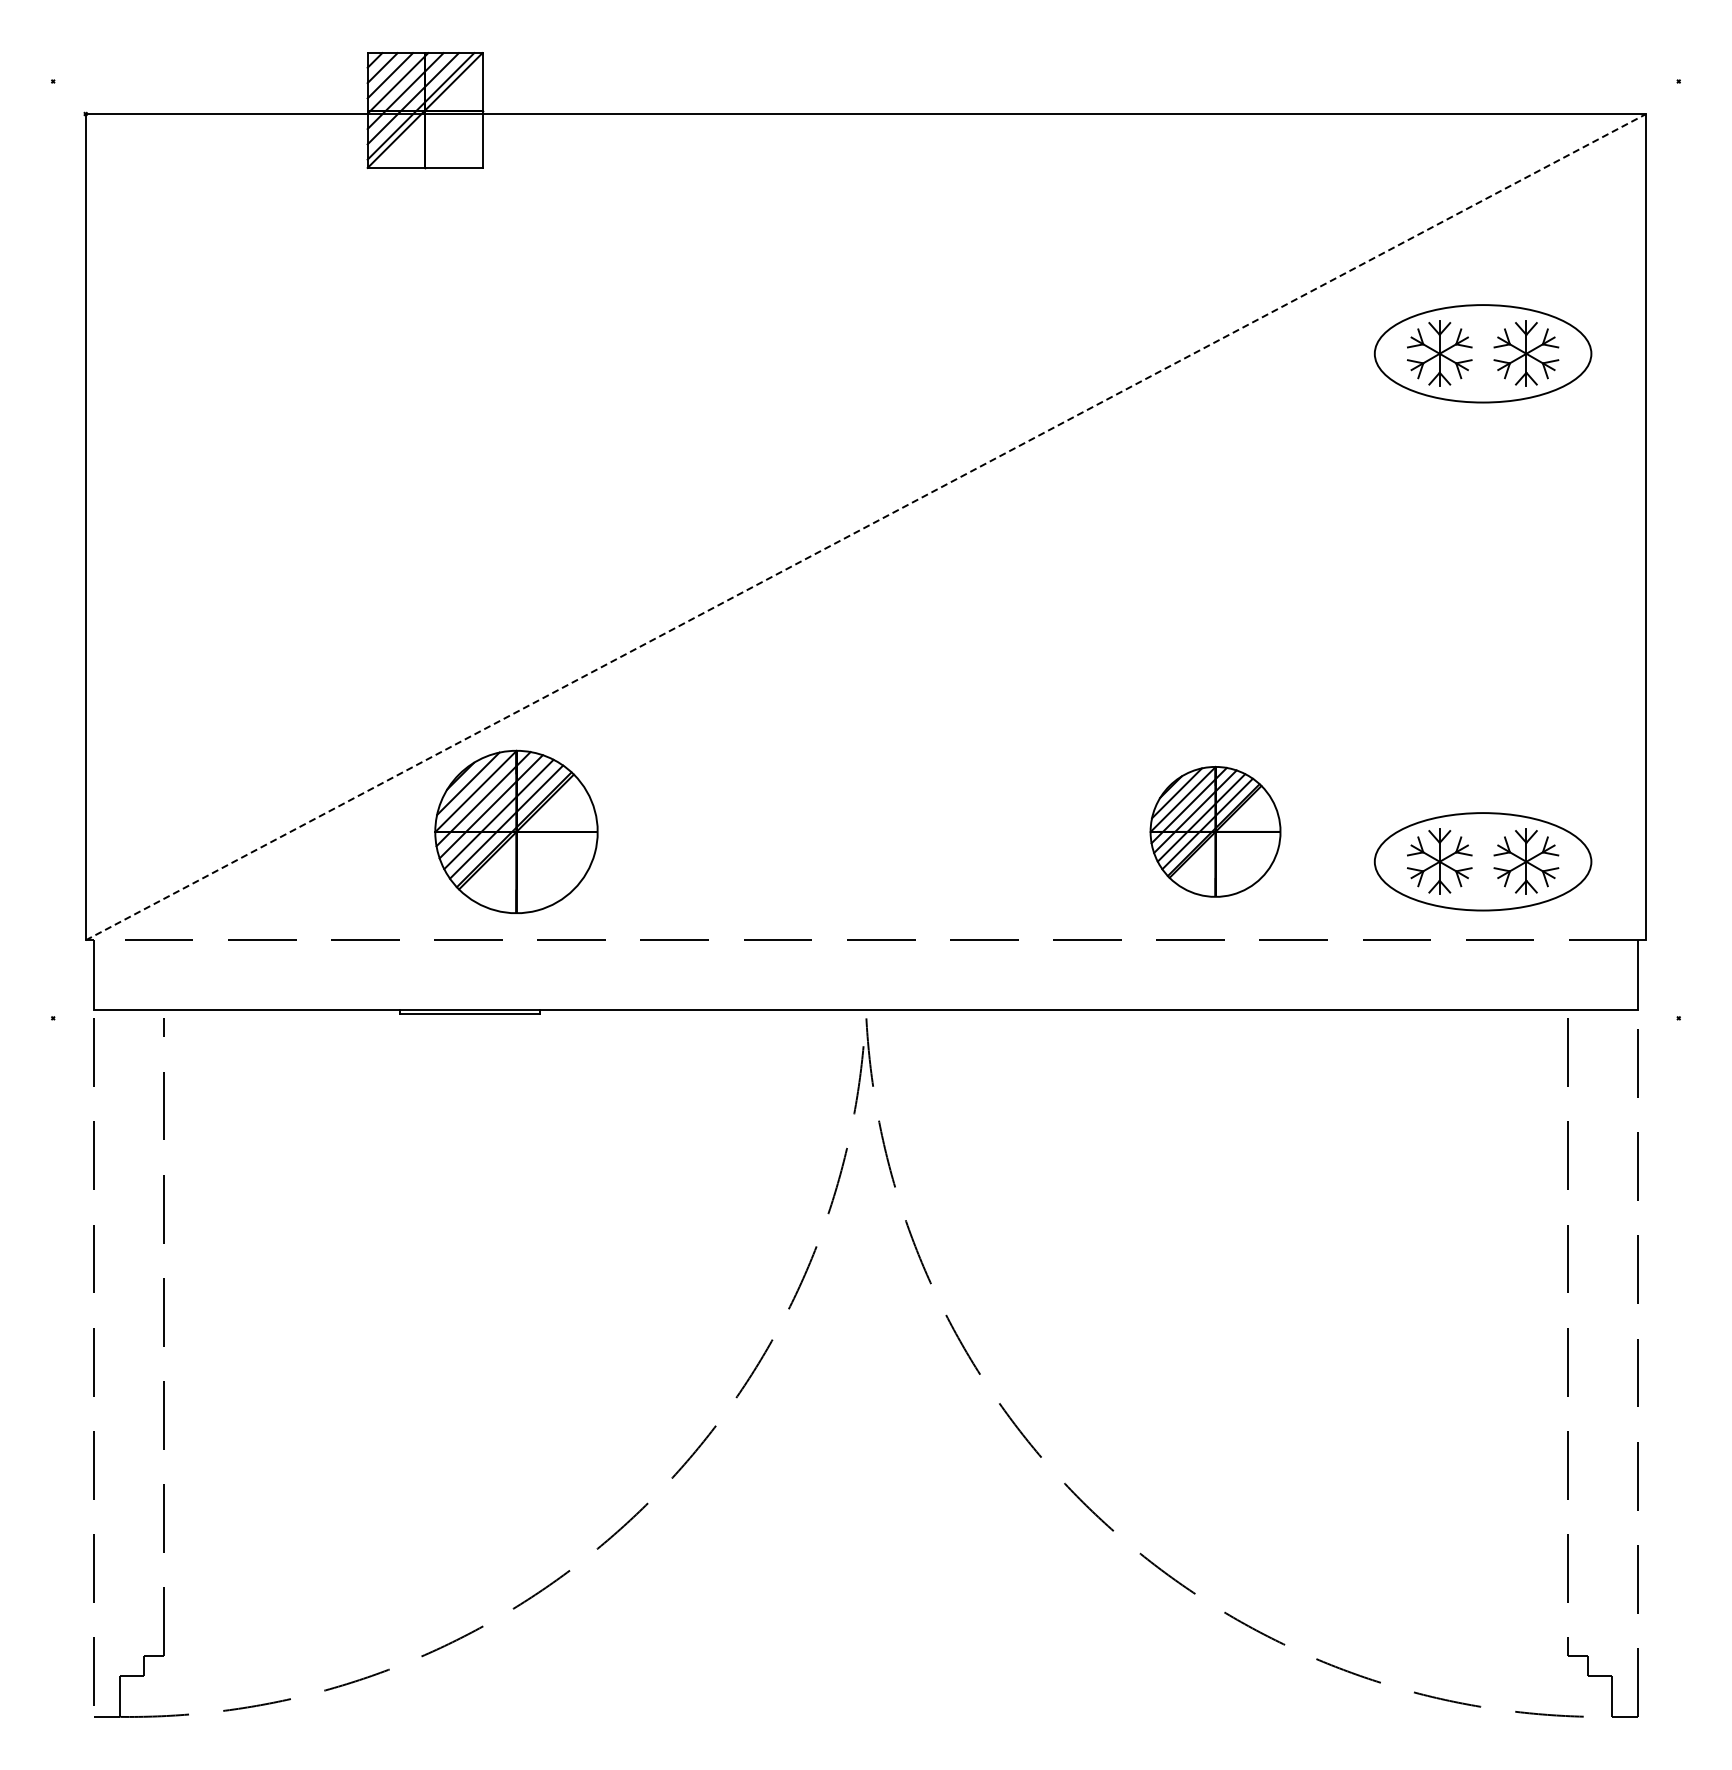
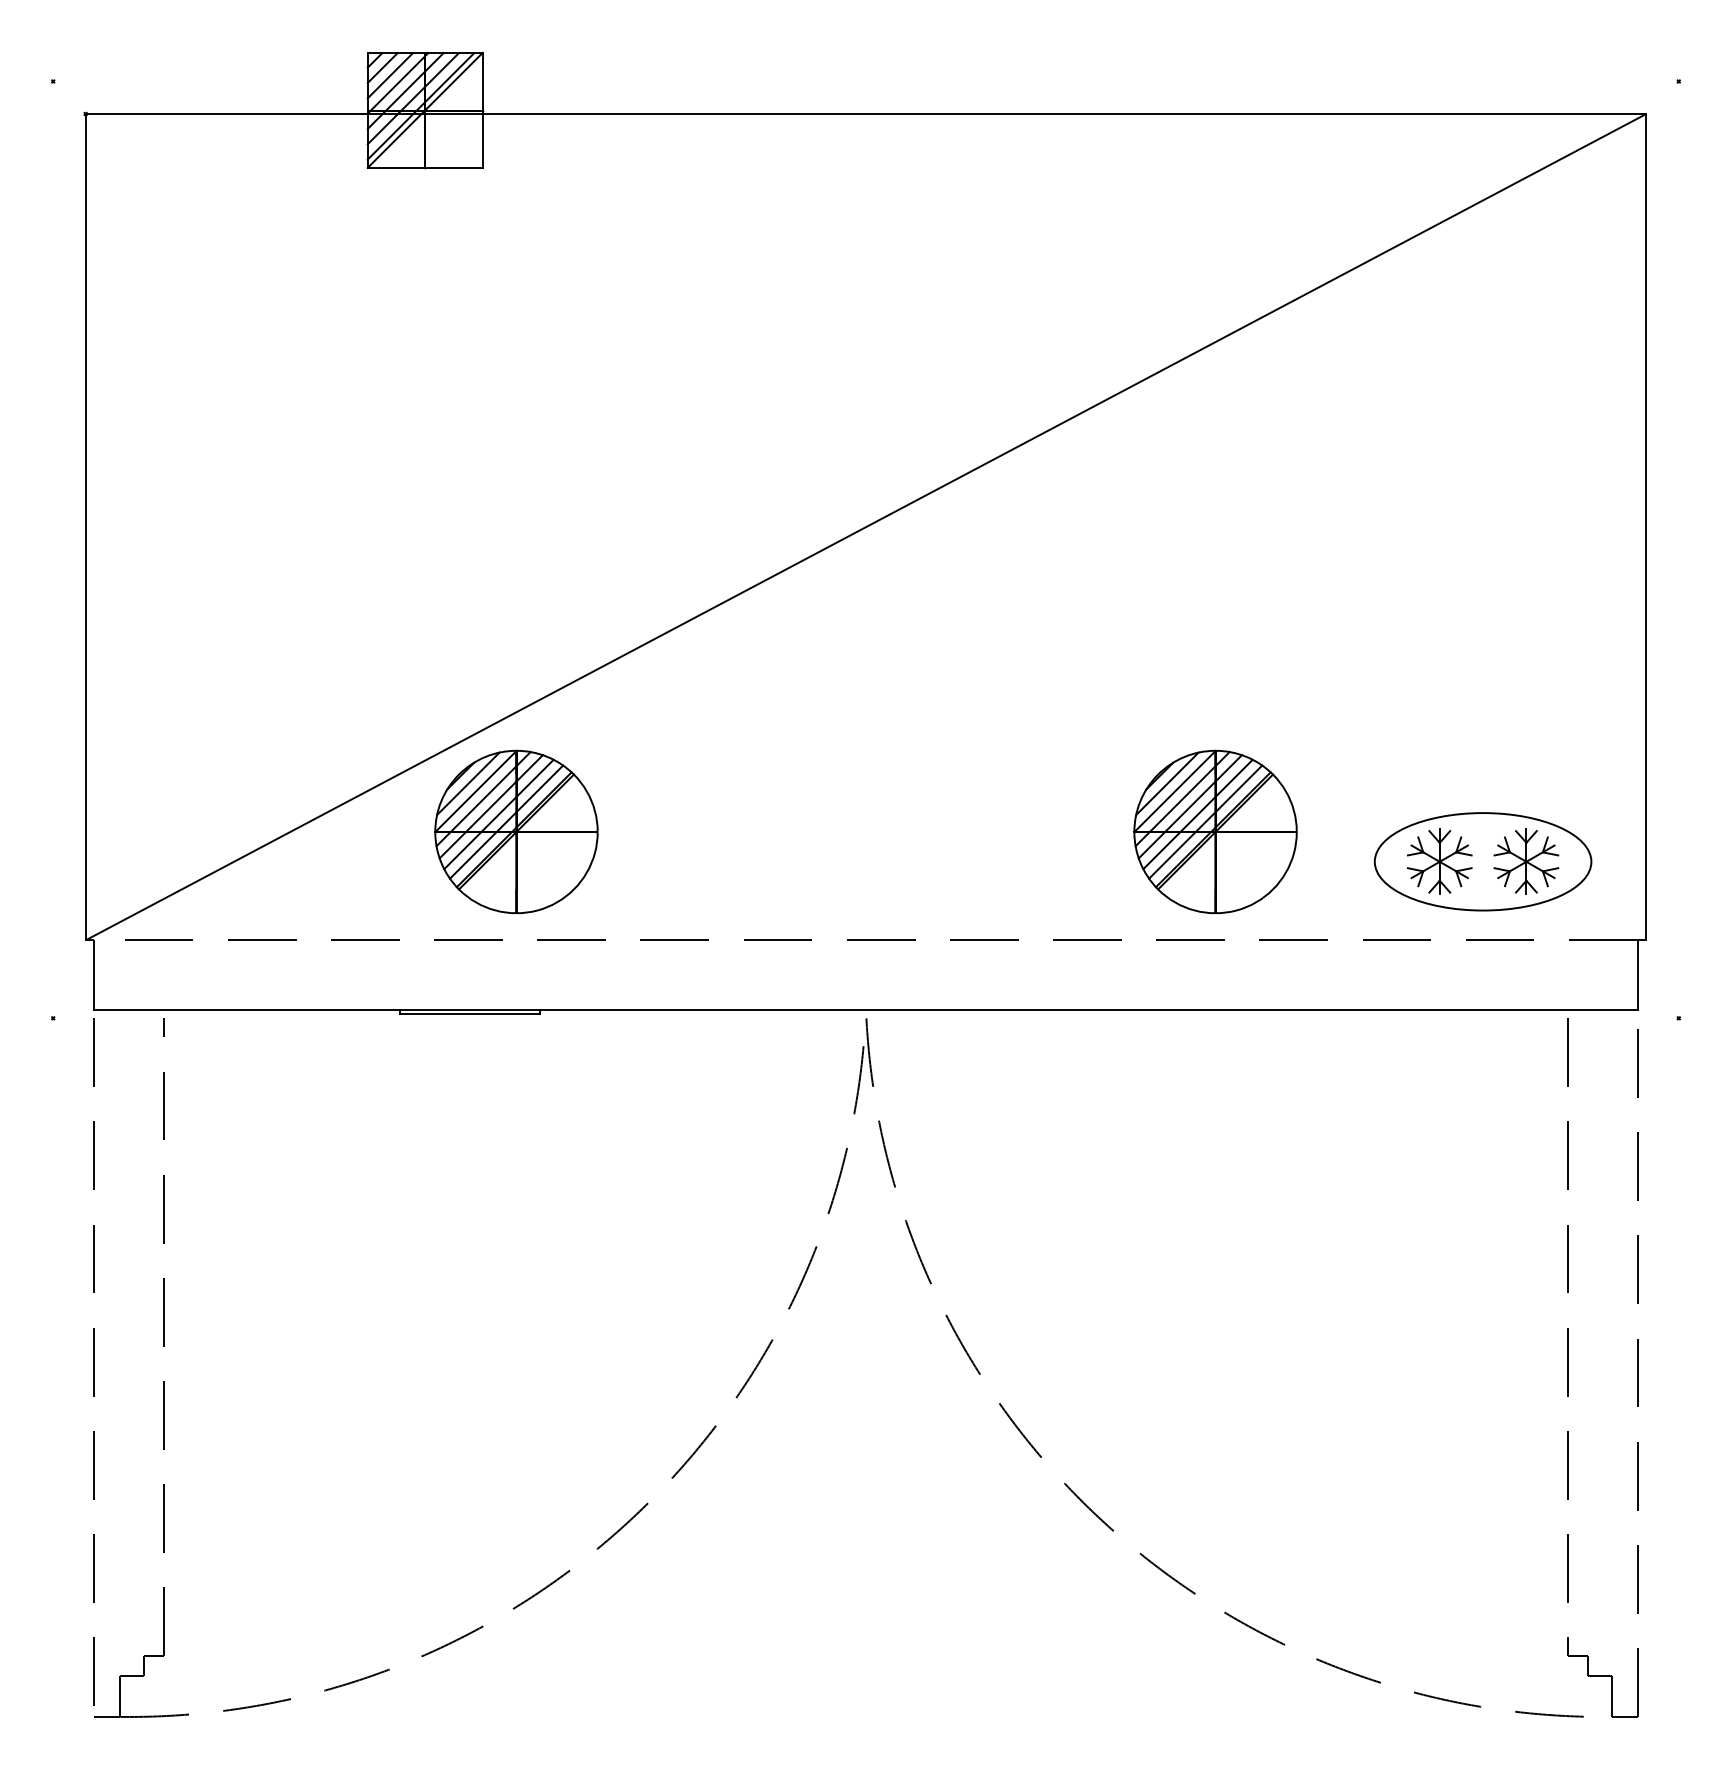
part at (1482, 353): present -> none
line at (865, 527): dashed -> solid
part at (1215, 831) size: 133x133 px -> 165x165 px
